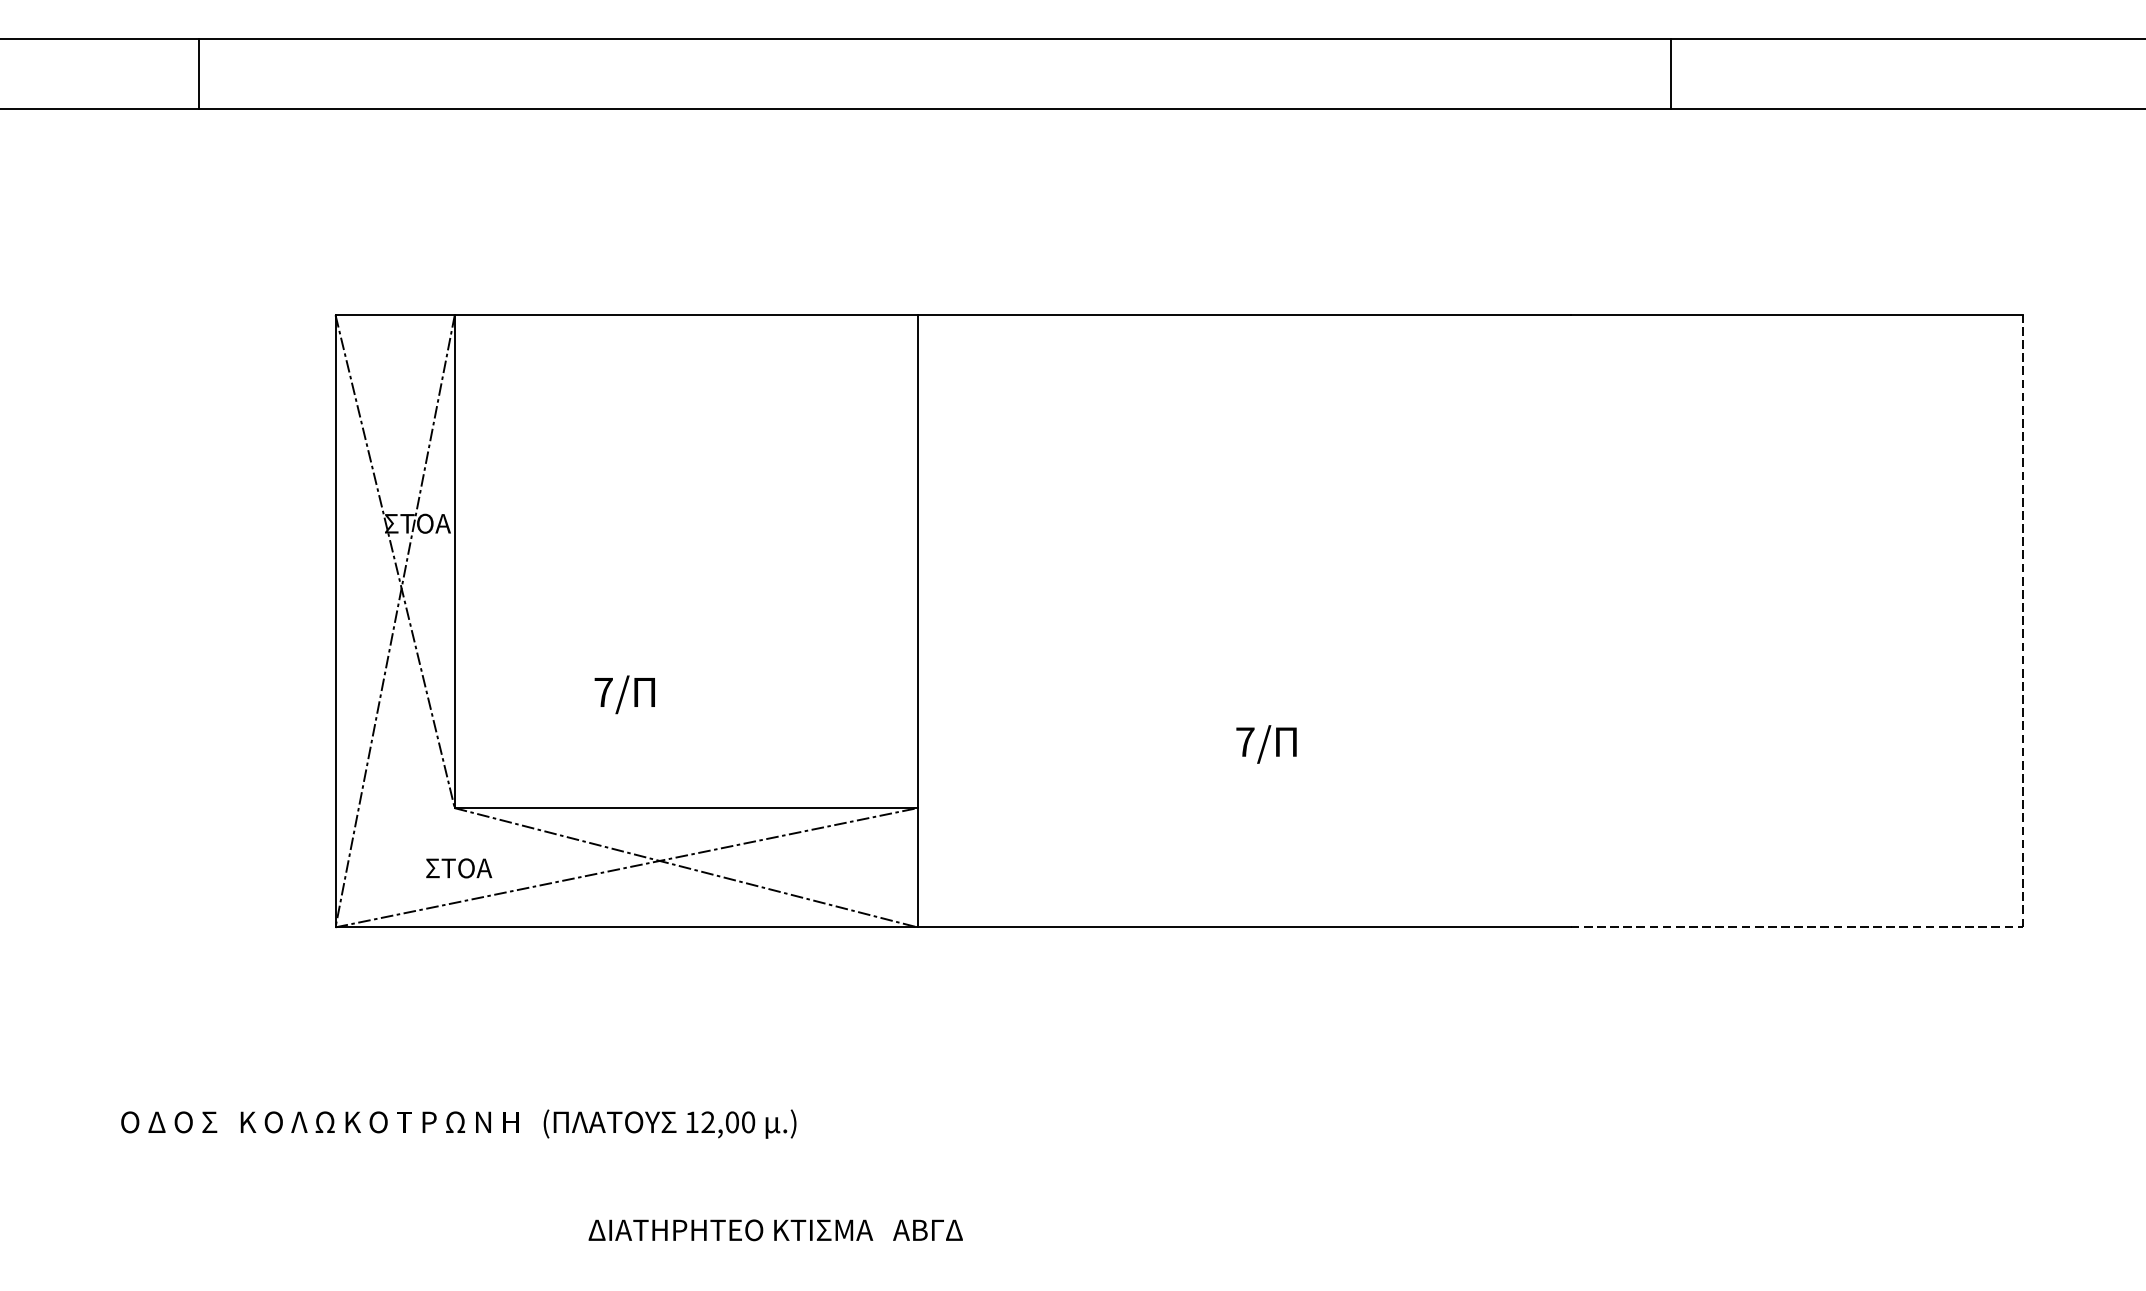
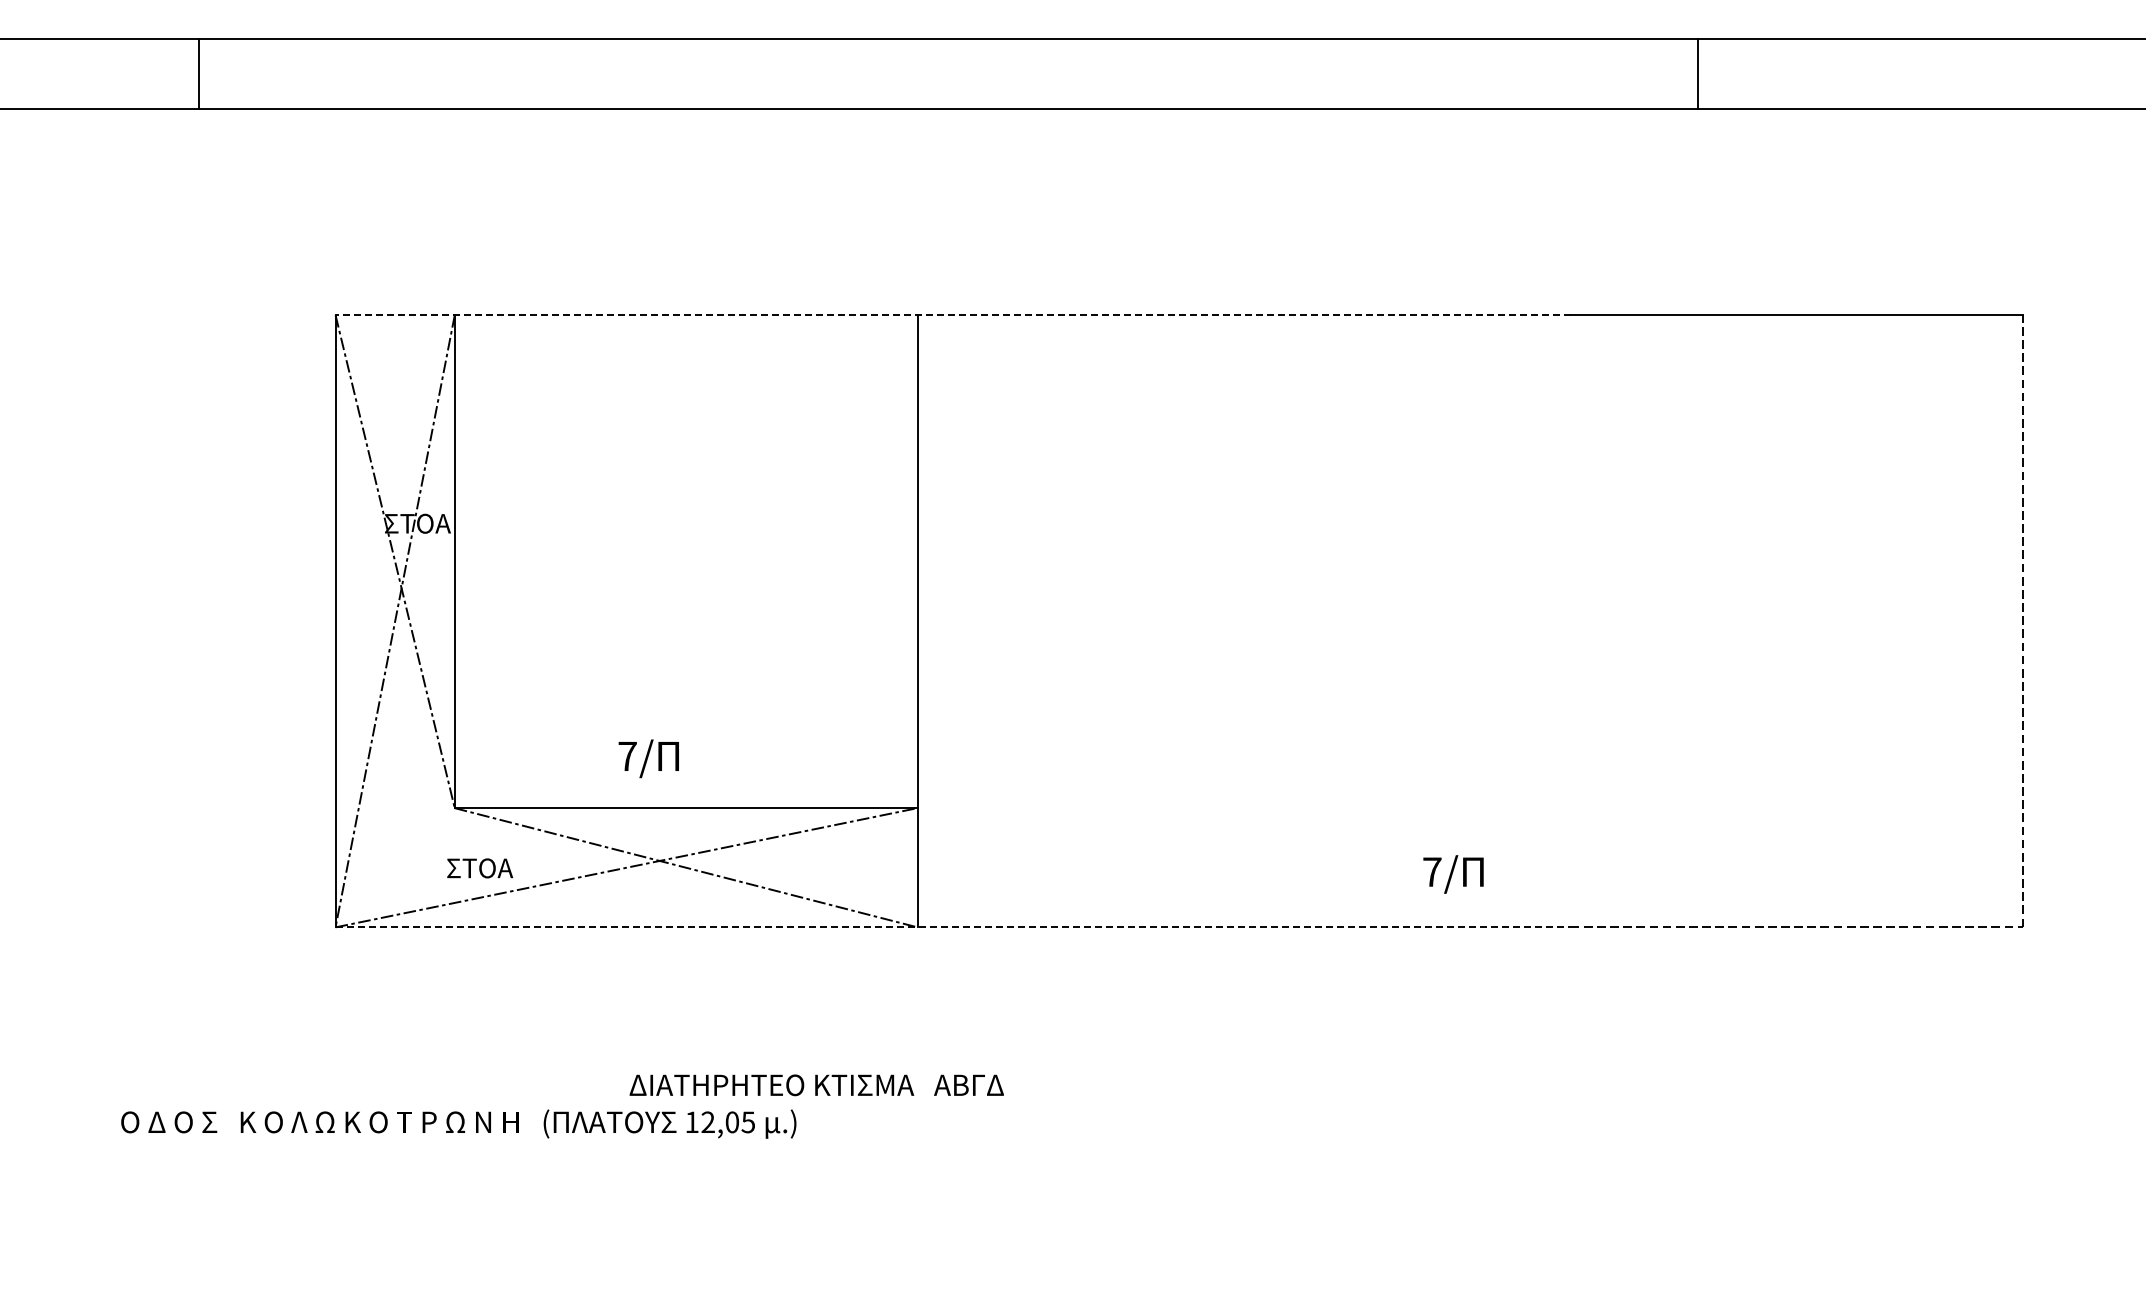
line at (1671, 73) position: (1671, 73) -> (1698, 73)
line at (953, 315): solid -> dashed
text at (624, 694) position: (624, 694) -> (648, 758)
text at (1266, 744) position: (1266, 744) -> (1453, 874)
text at (459, 868) position: (459, 868) -> (480, 868)
line at (953, 927): solid -> dashed
text at (748, 1122): 12,00 -> 12,05
text at (775, 1230) position: (775, 1230) -> (816, 1085)
